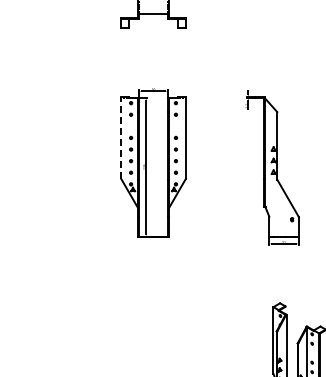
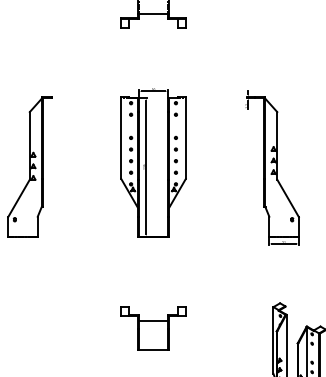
line at (121, 138): dashed -> solid
part at (29, 166): none -> present
part at (153, 328): none -> present
